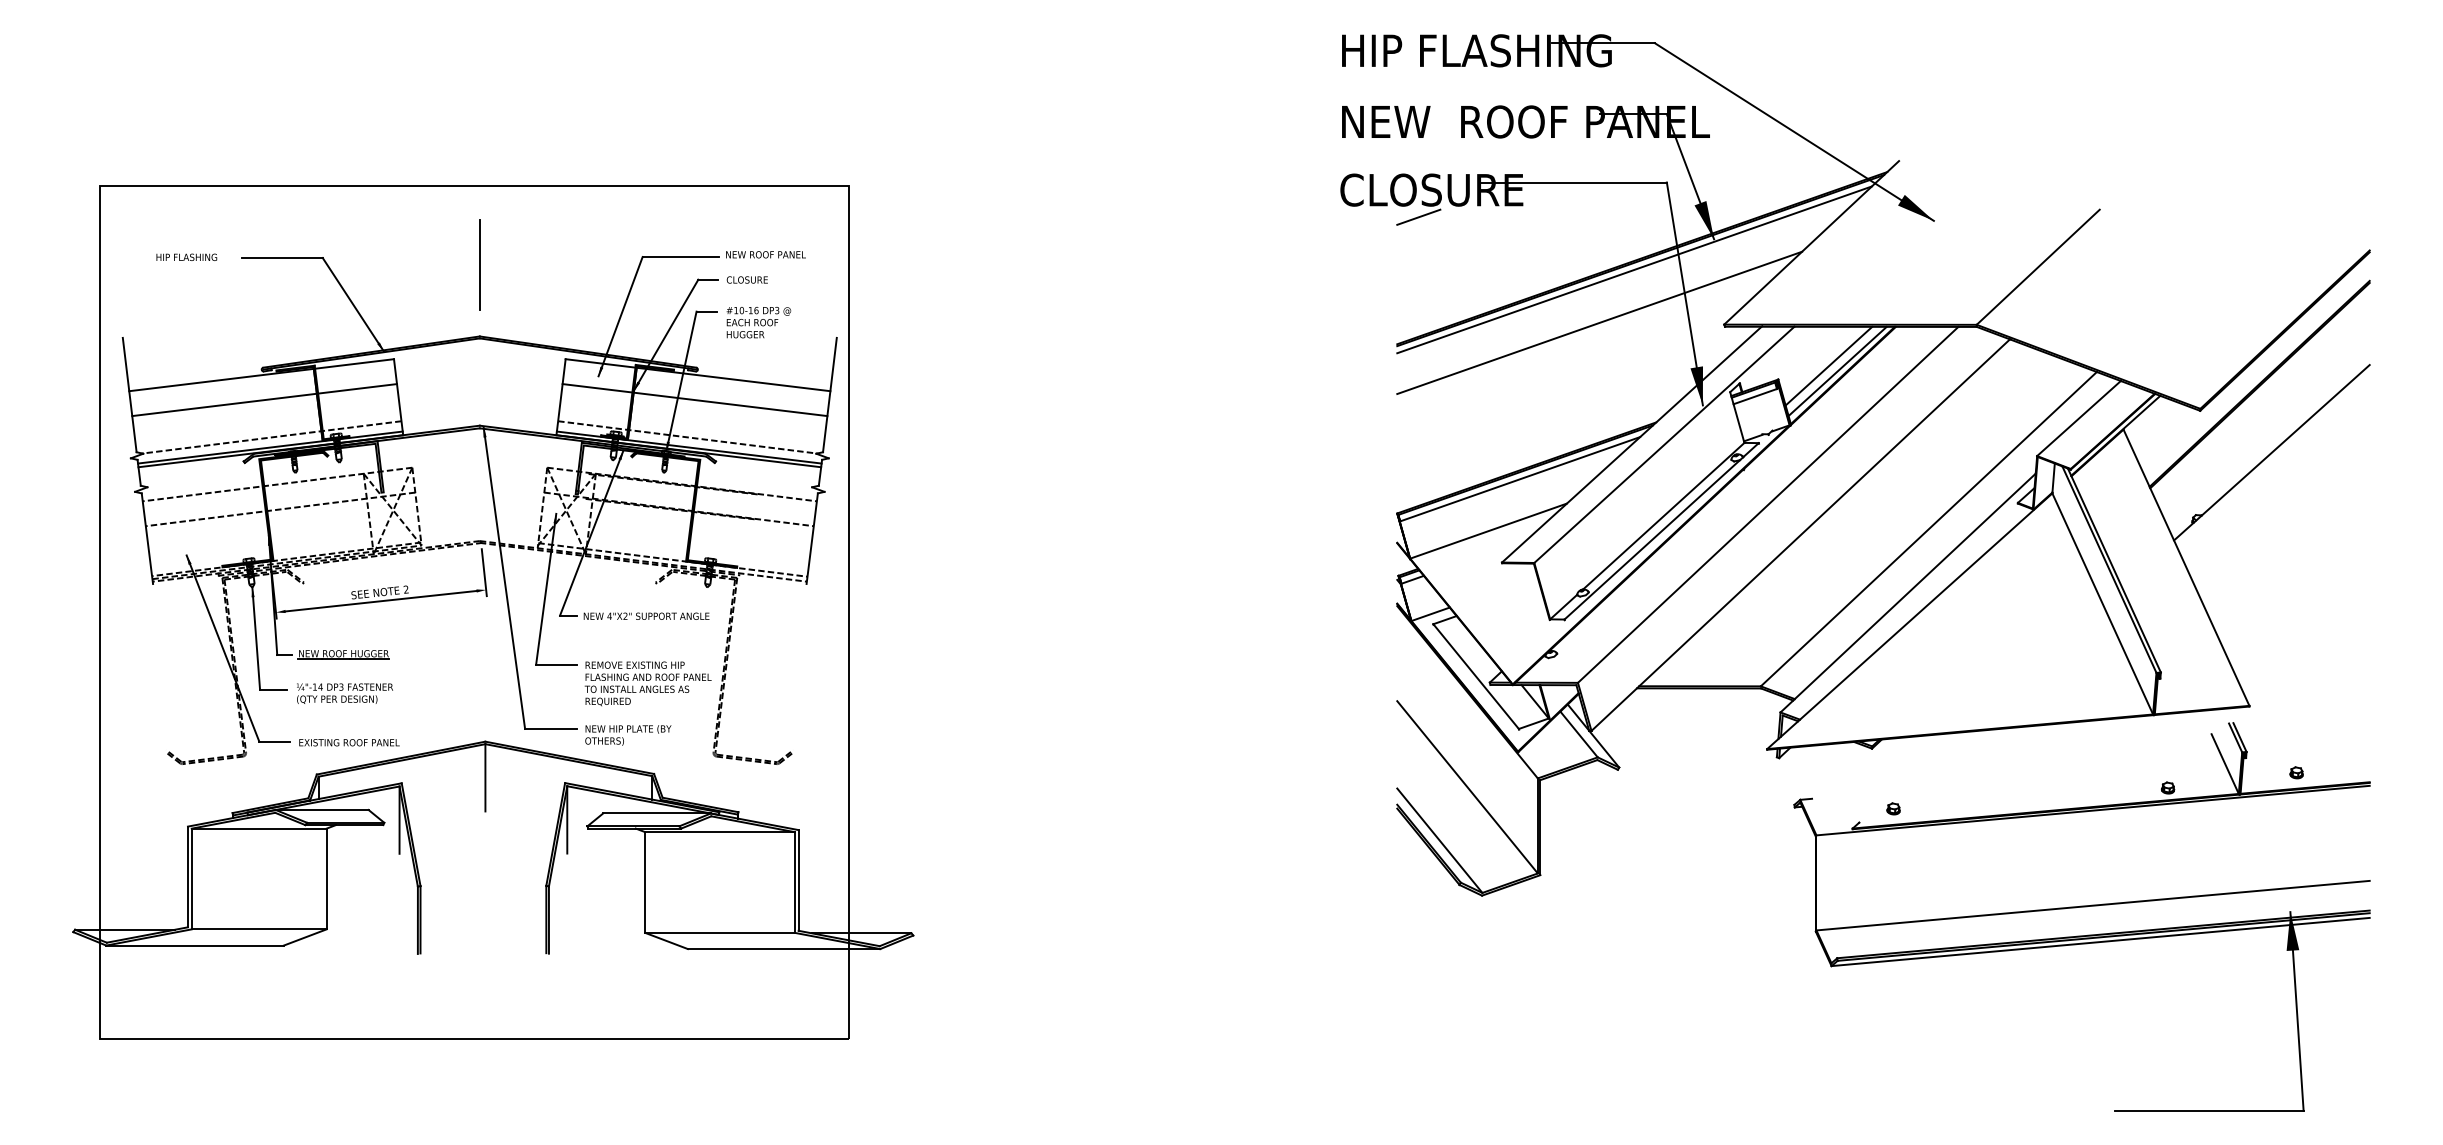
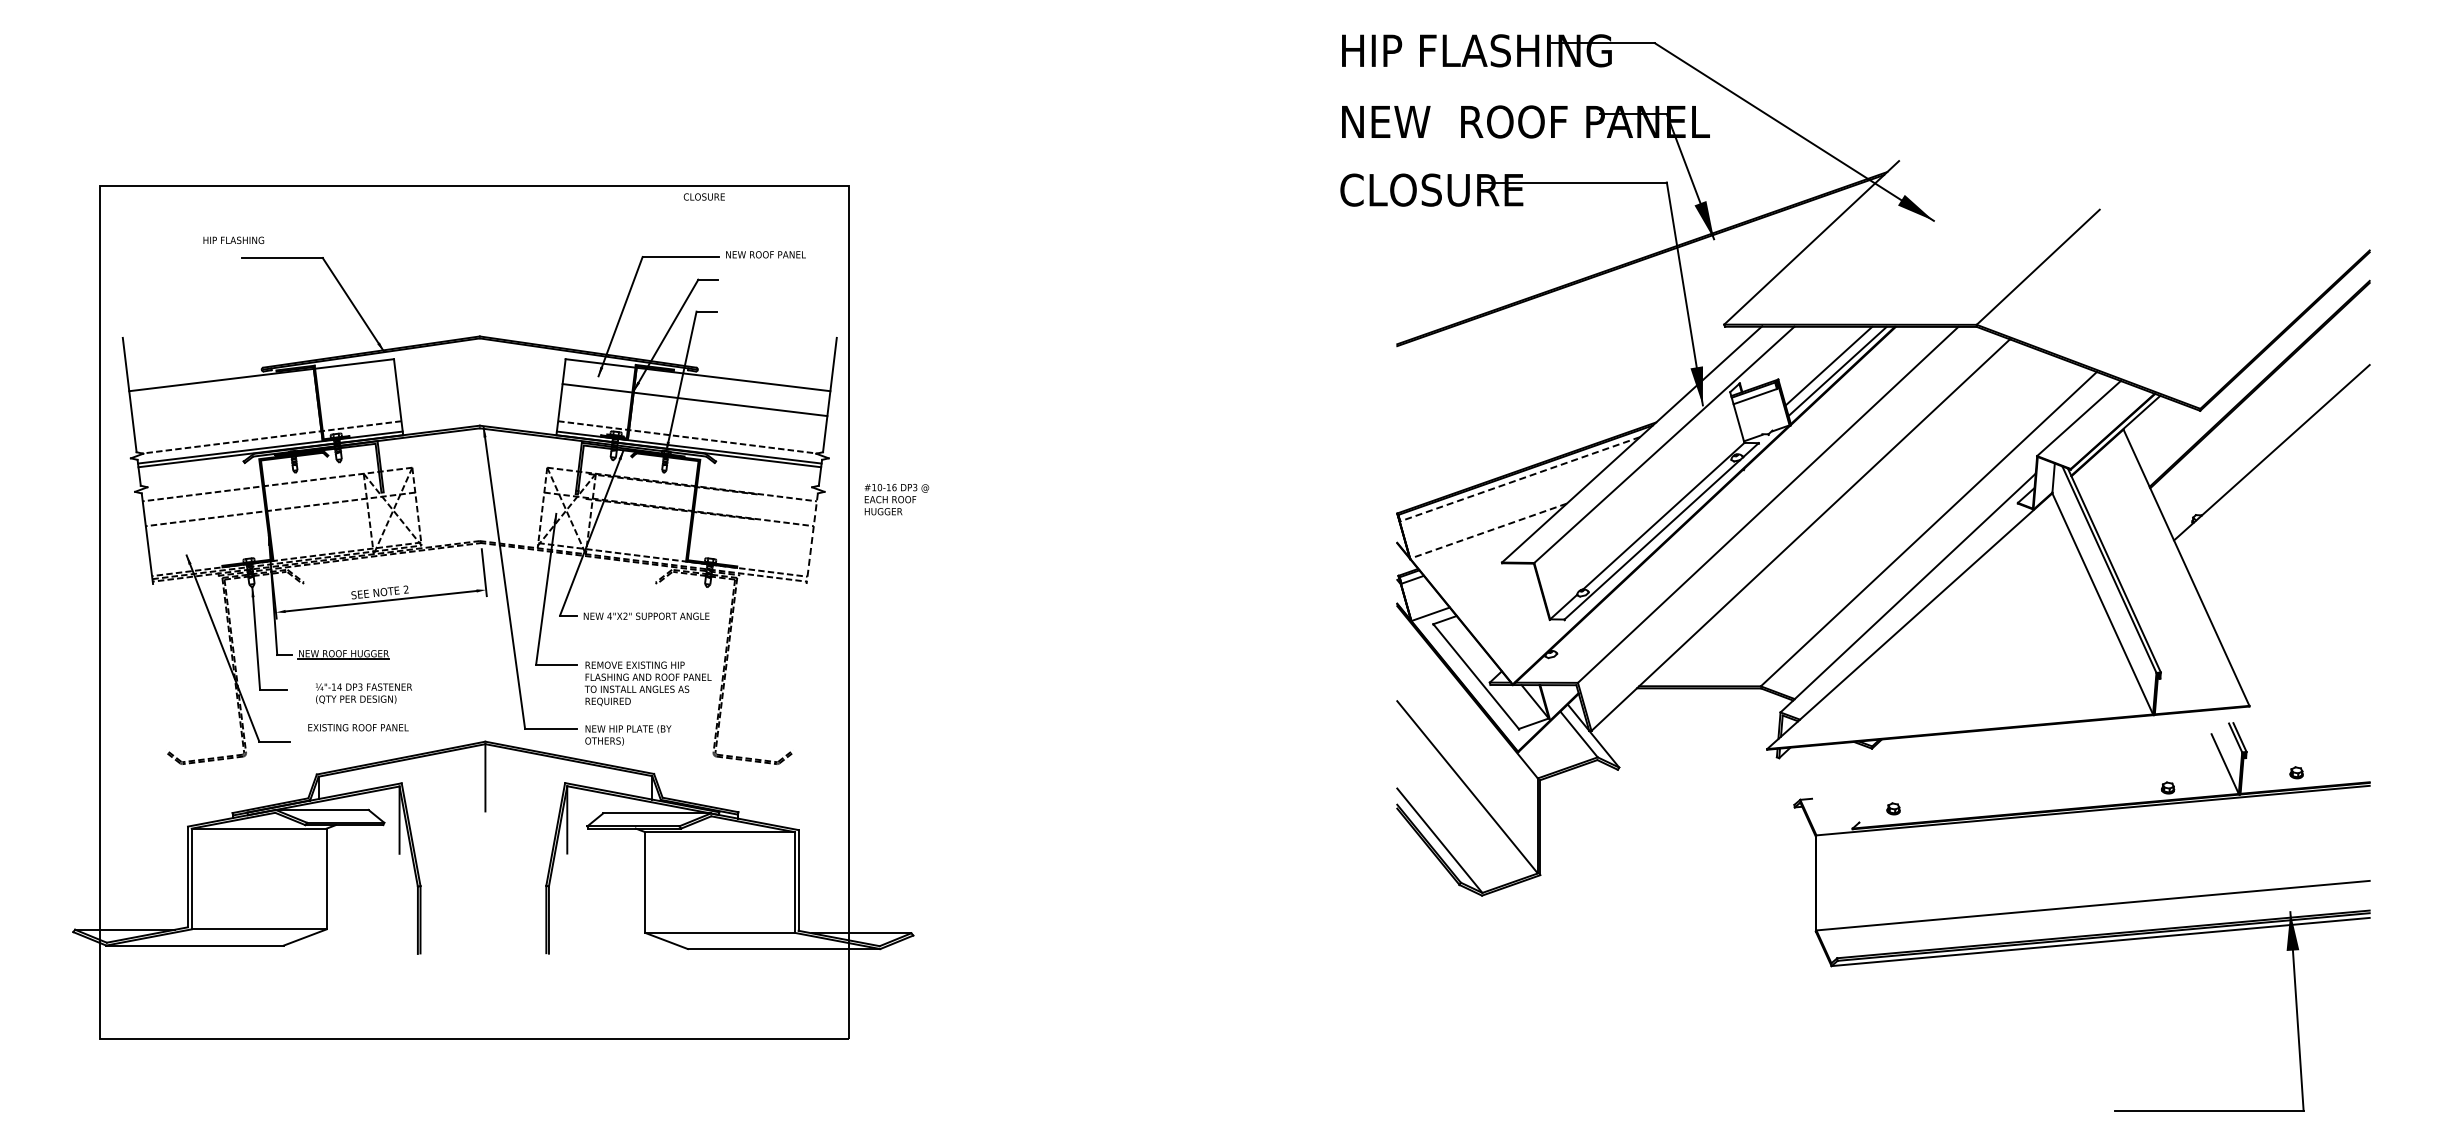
line at (1418, 216): present -> none
text at (186, 256) position: (186, 256) -> (233, 239)
line at (479, 264): present -> none
line at (1634, 269): present -> none
text at (746, 279) position: (746, 279) -> (703, 196)
text at (758, 322) position: (758, 322) -> (896, 499)
line at (1599, 322): present -> none
line at (264, 400): present -> none
line at (1519, 479): solid -> dashed
line at (1488, 531): solid -> dashed
line at (812, 538): solid -> dashed
text at (344, 693) position: (344, 693) -> (363, 693)
text at (349, 742) position: (349, 742) -> (358, 727)
